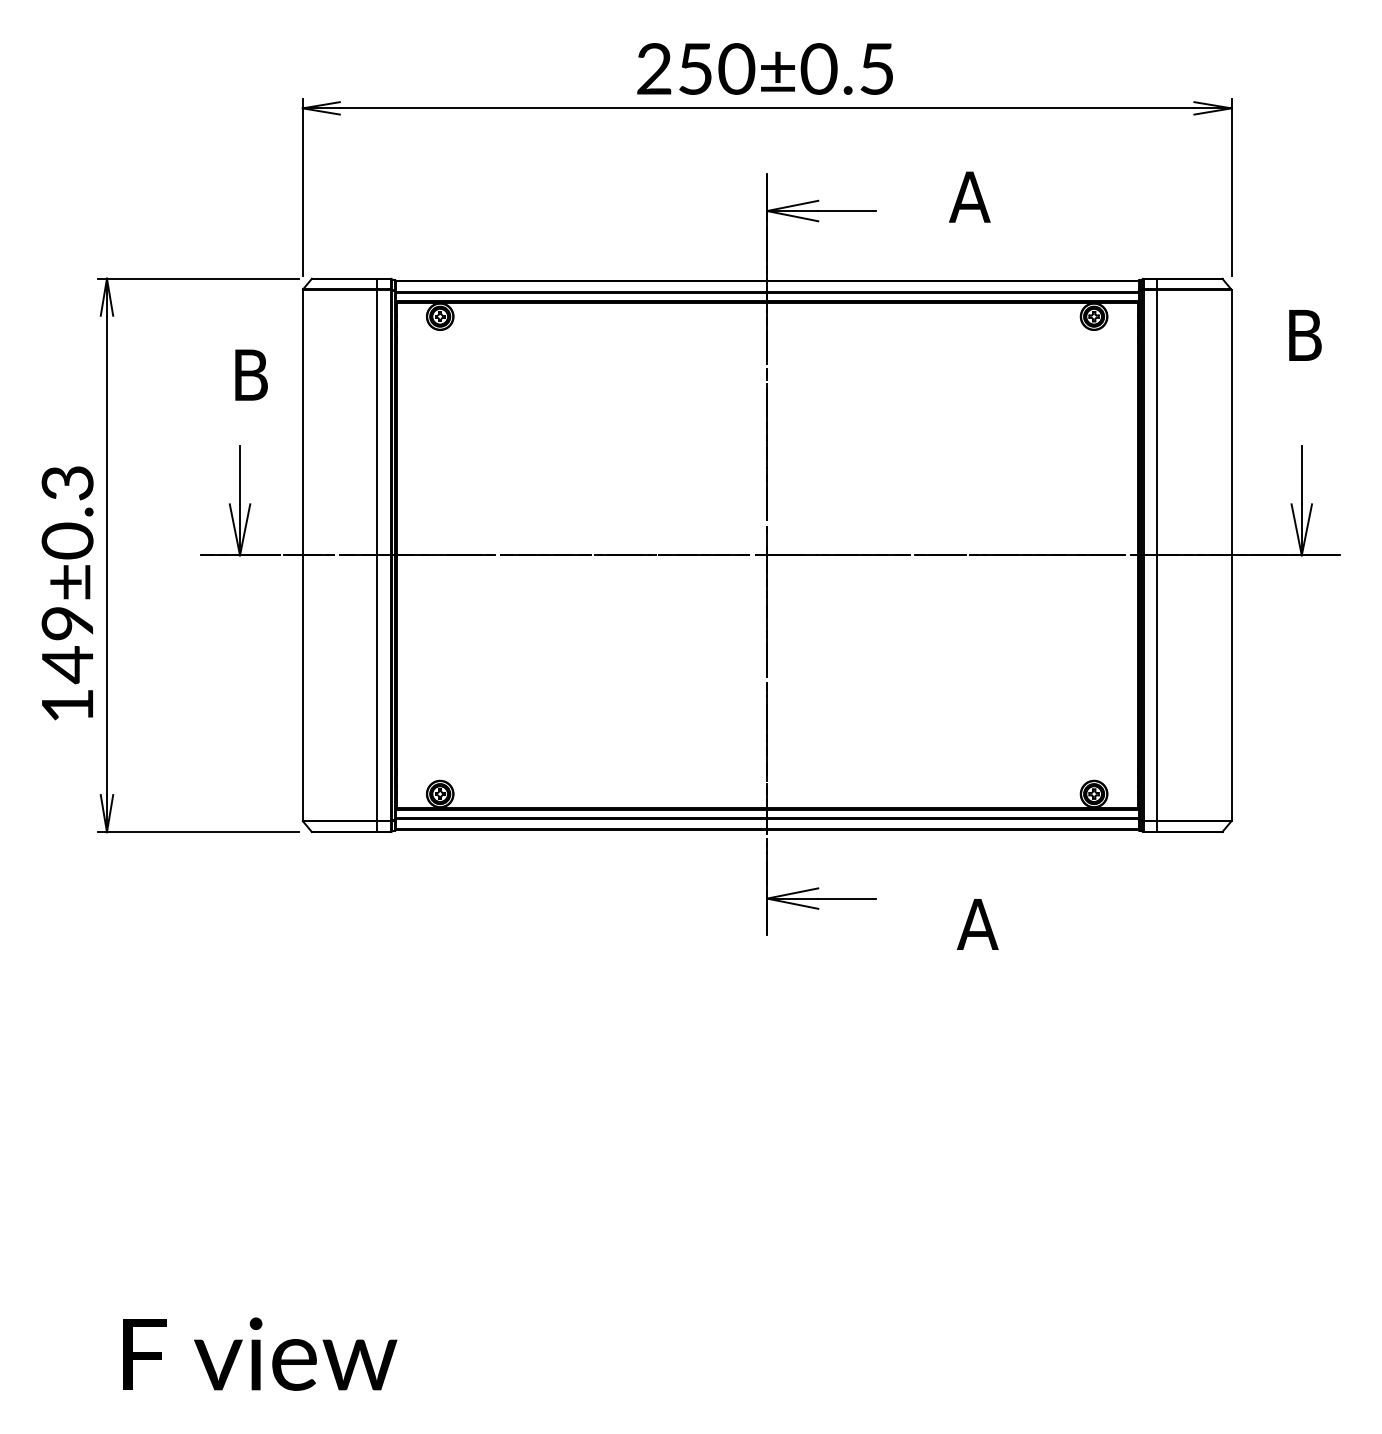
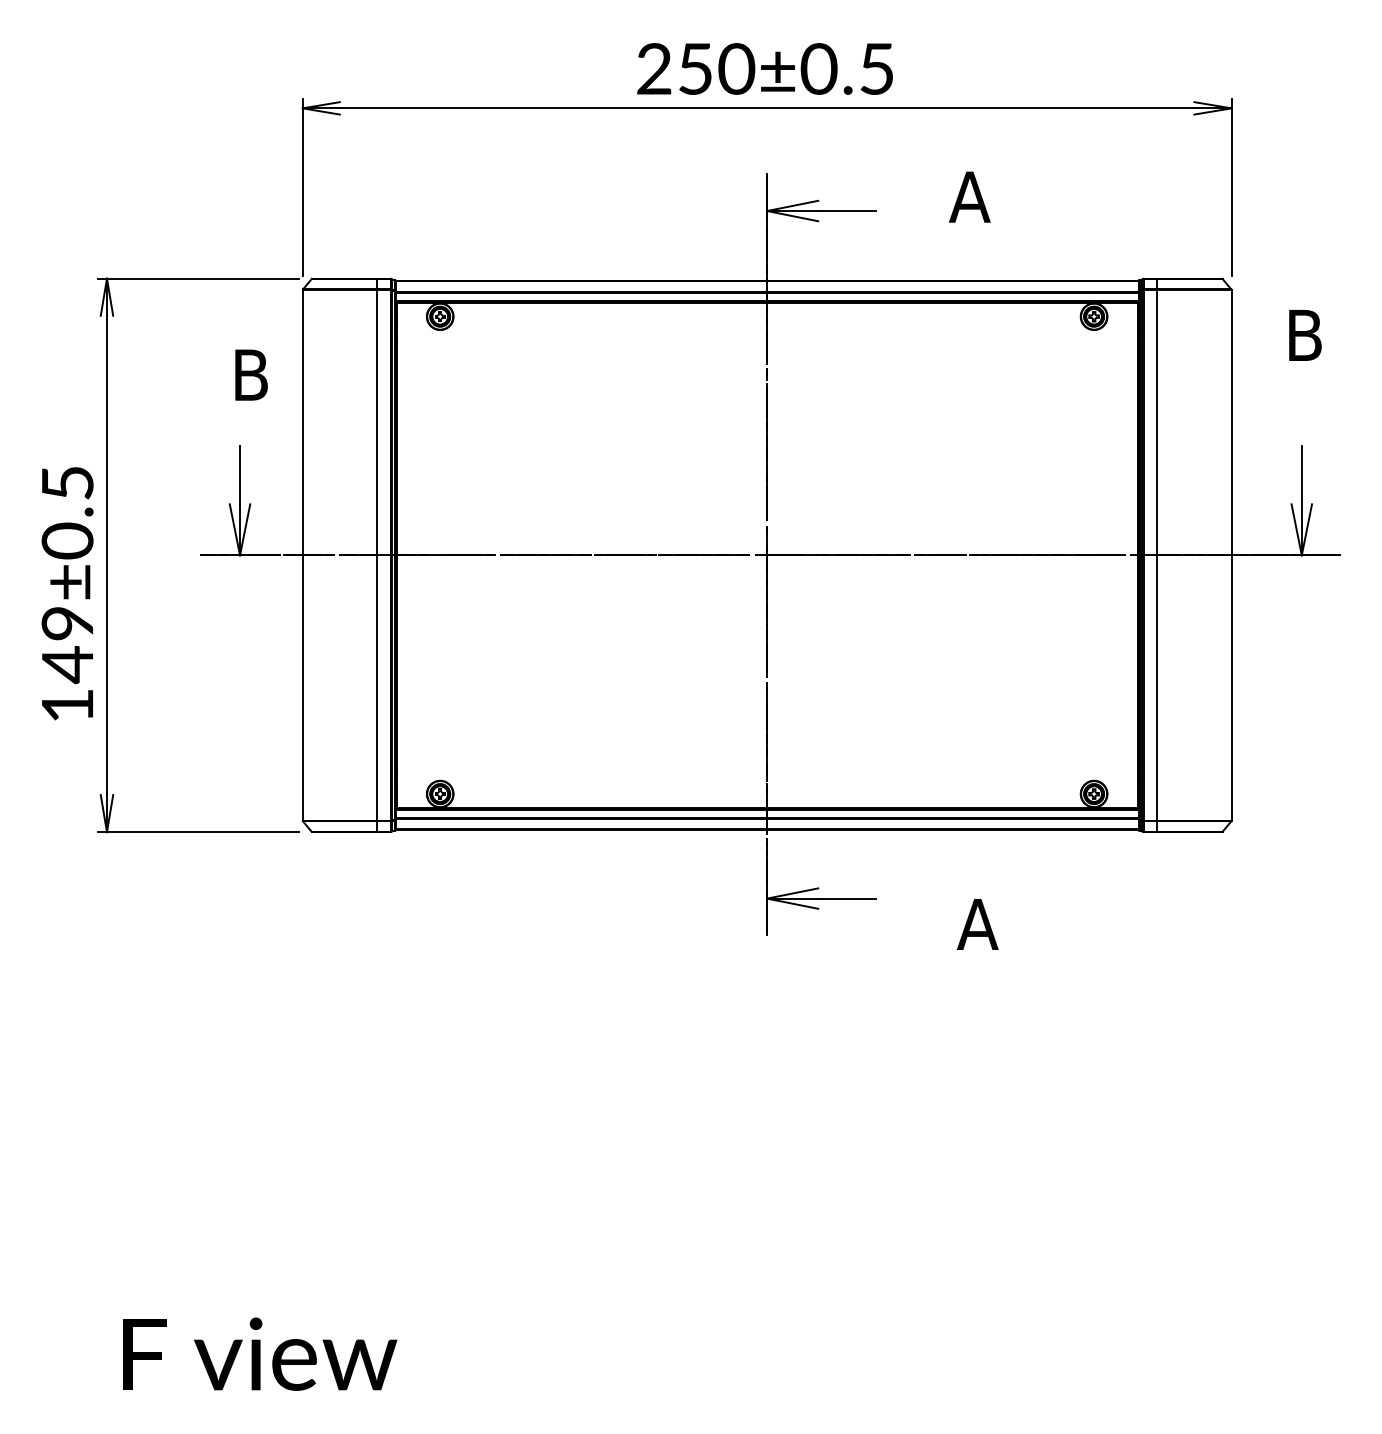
text at (67, 483): 149±0.3 -> 149±0.5
